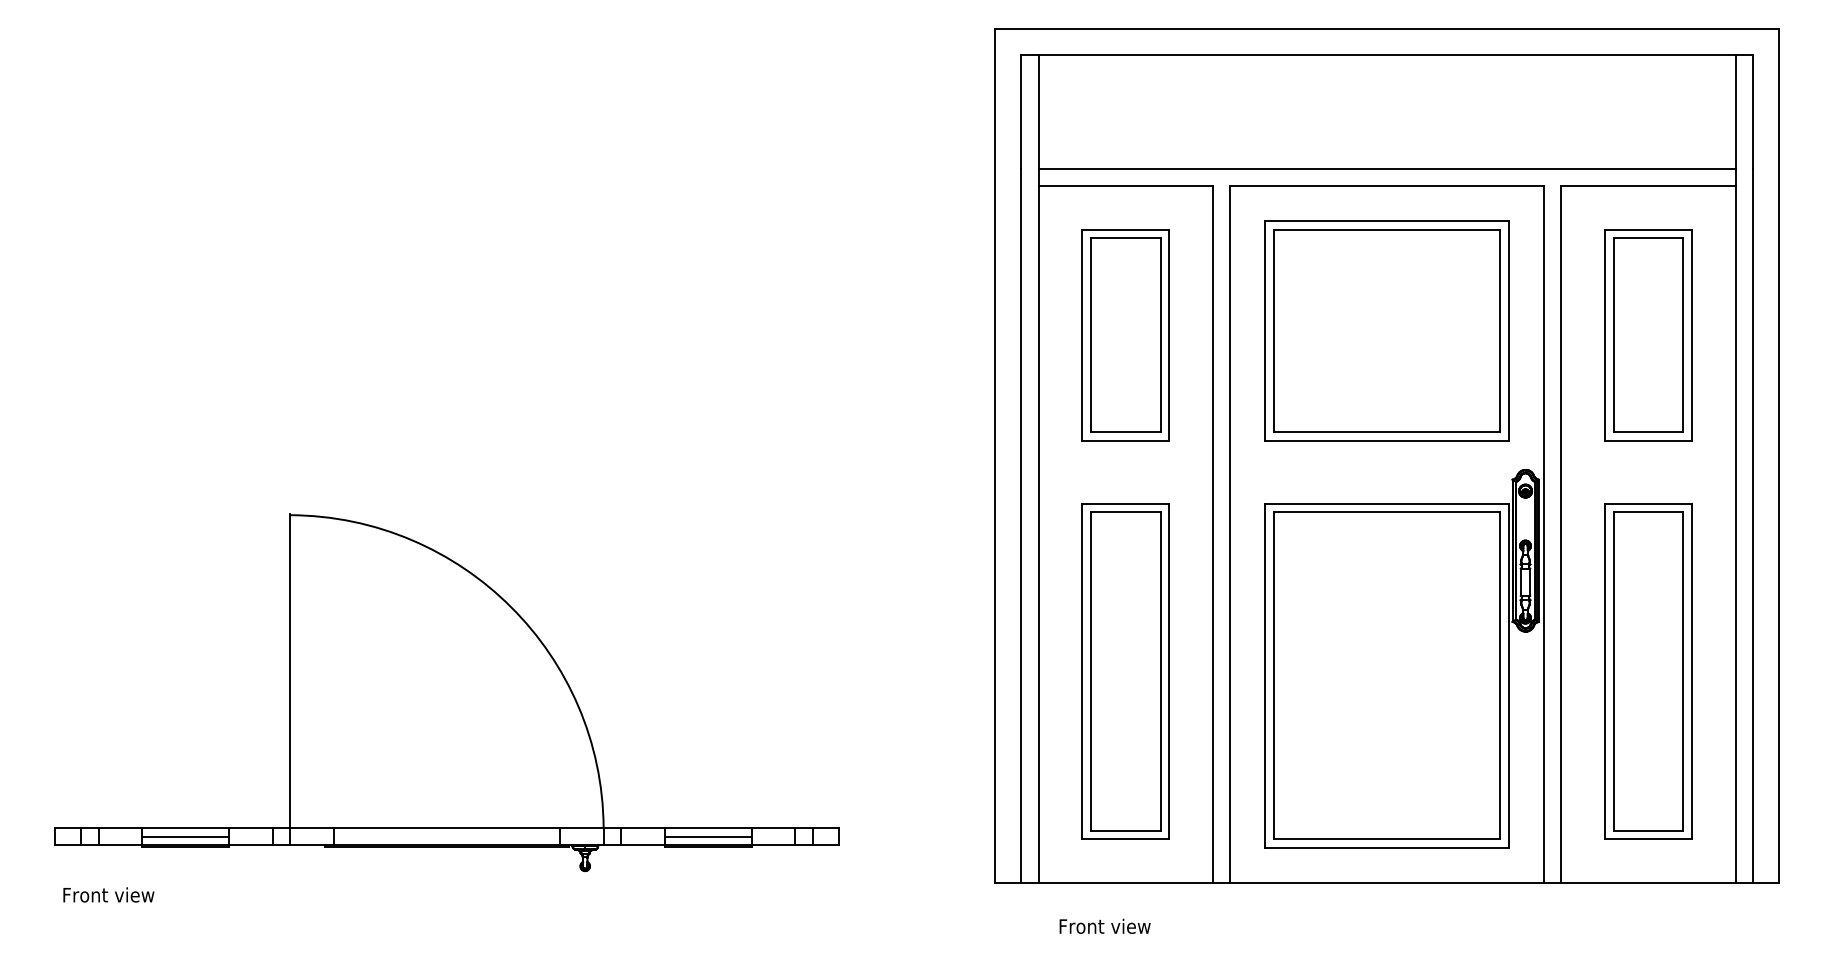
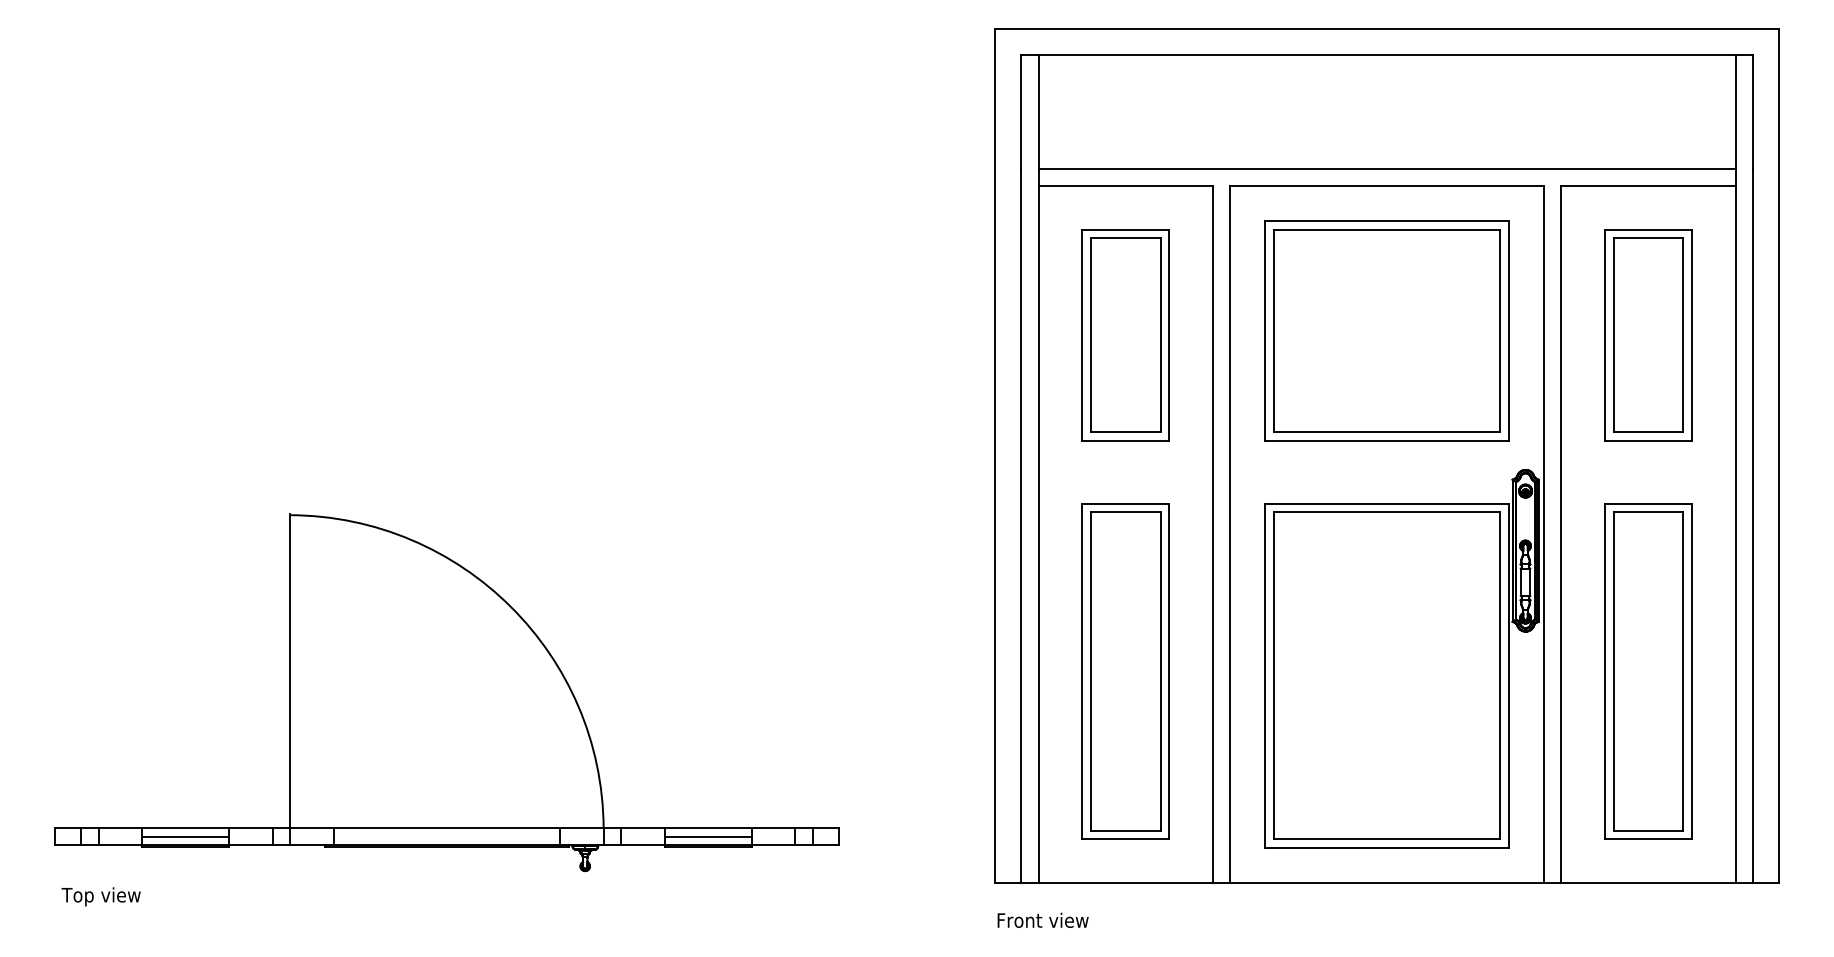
text at (107, 896): Front view -> Top view
text at (1104, 925) position: (1104, 925) -> (1042, 919)
